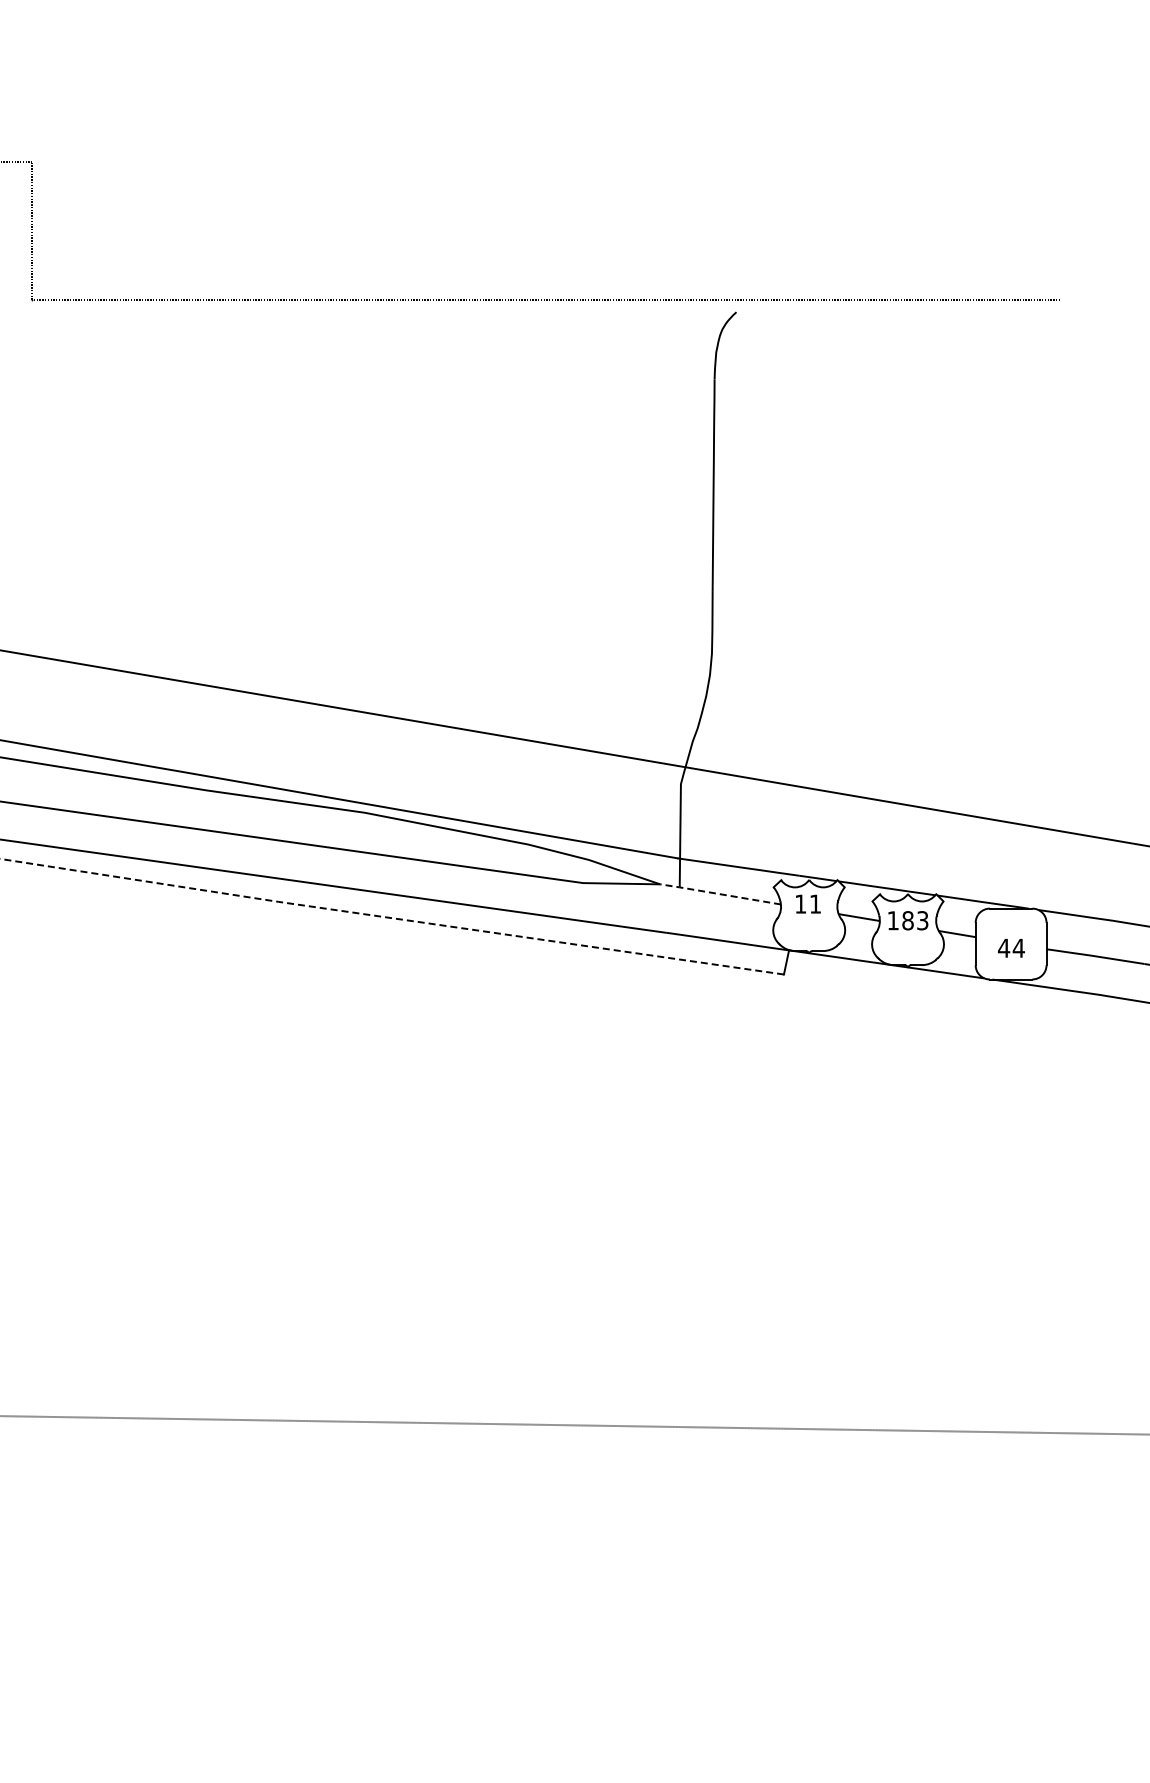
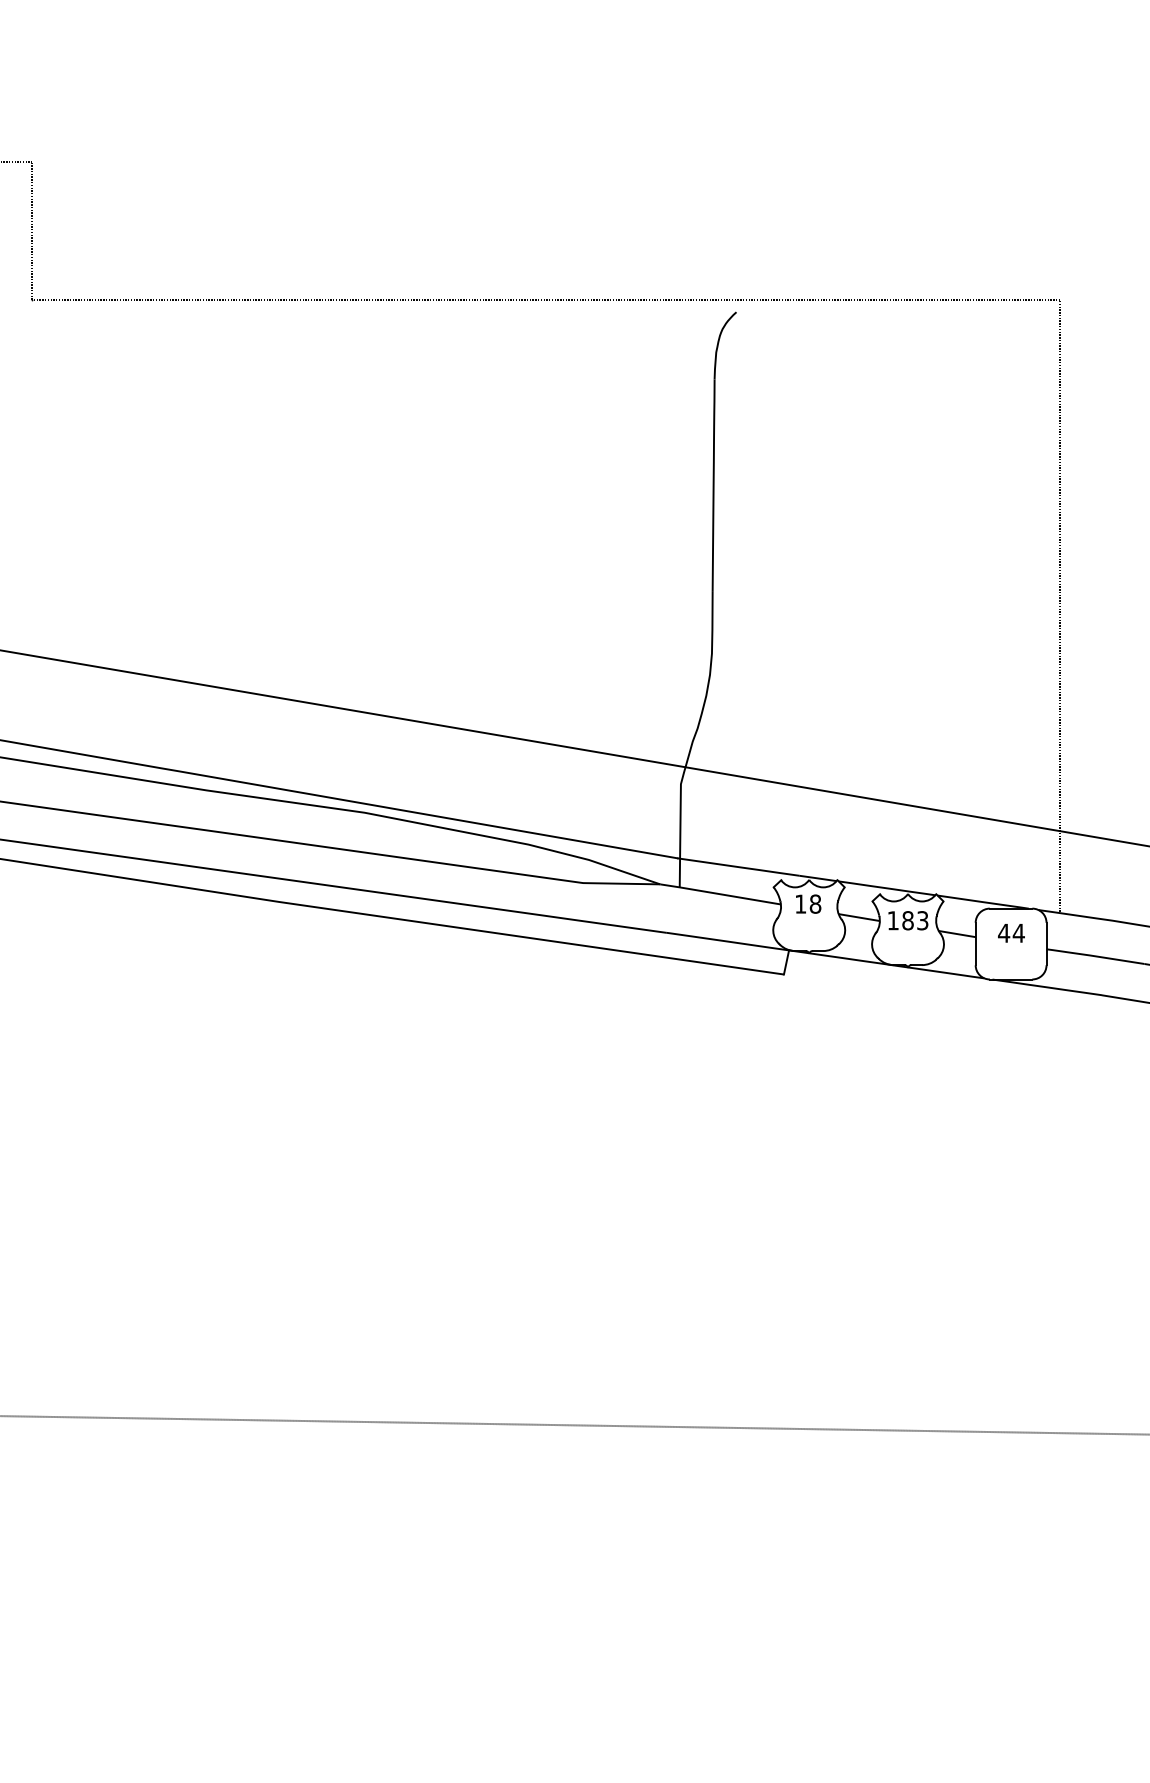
line at (1060, 606): none -> present
line at (720, 894): dashed -> solid
text at (815, 903): 11 -> 18
line at (391, 918): dashed -> solid
text at (1011, 948) position: (1011, 948) -> (1011, 933)
